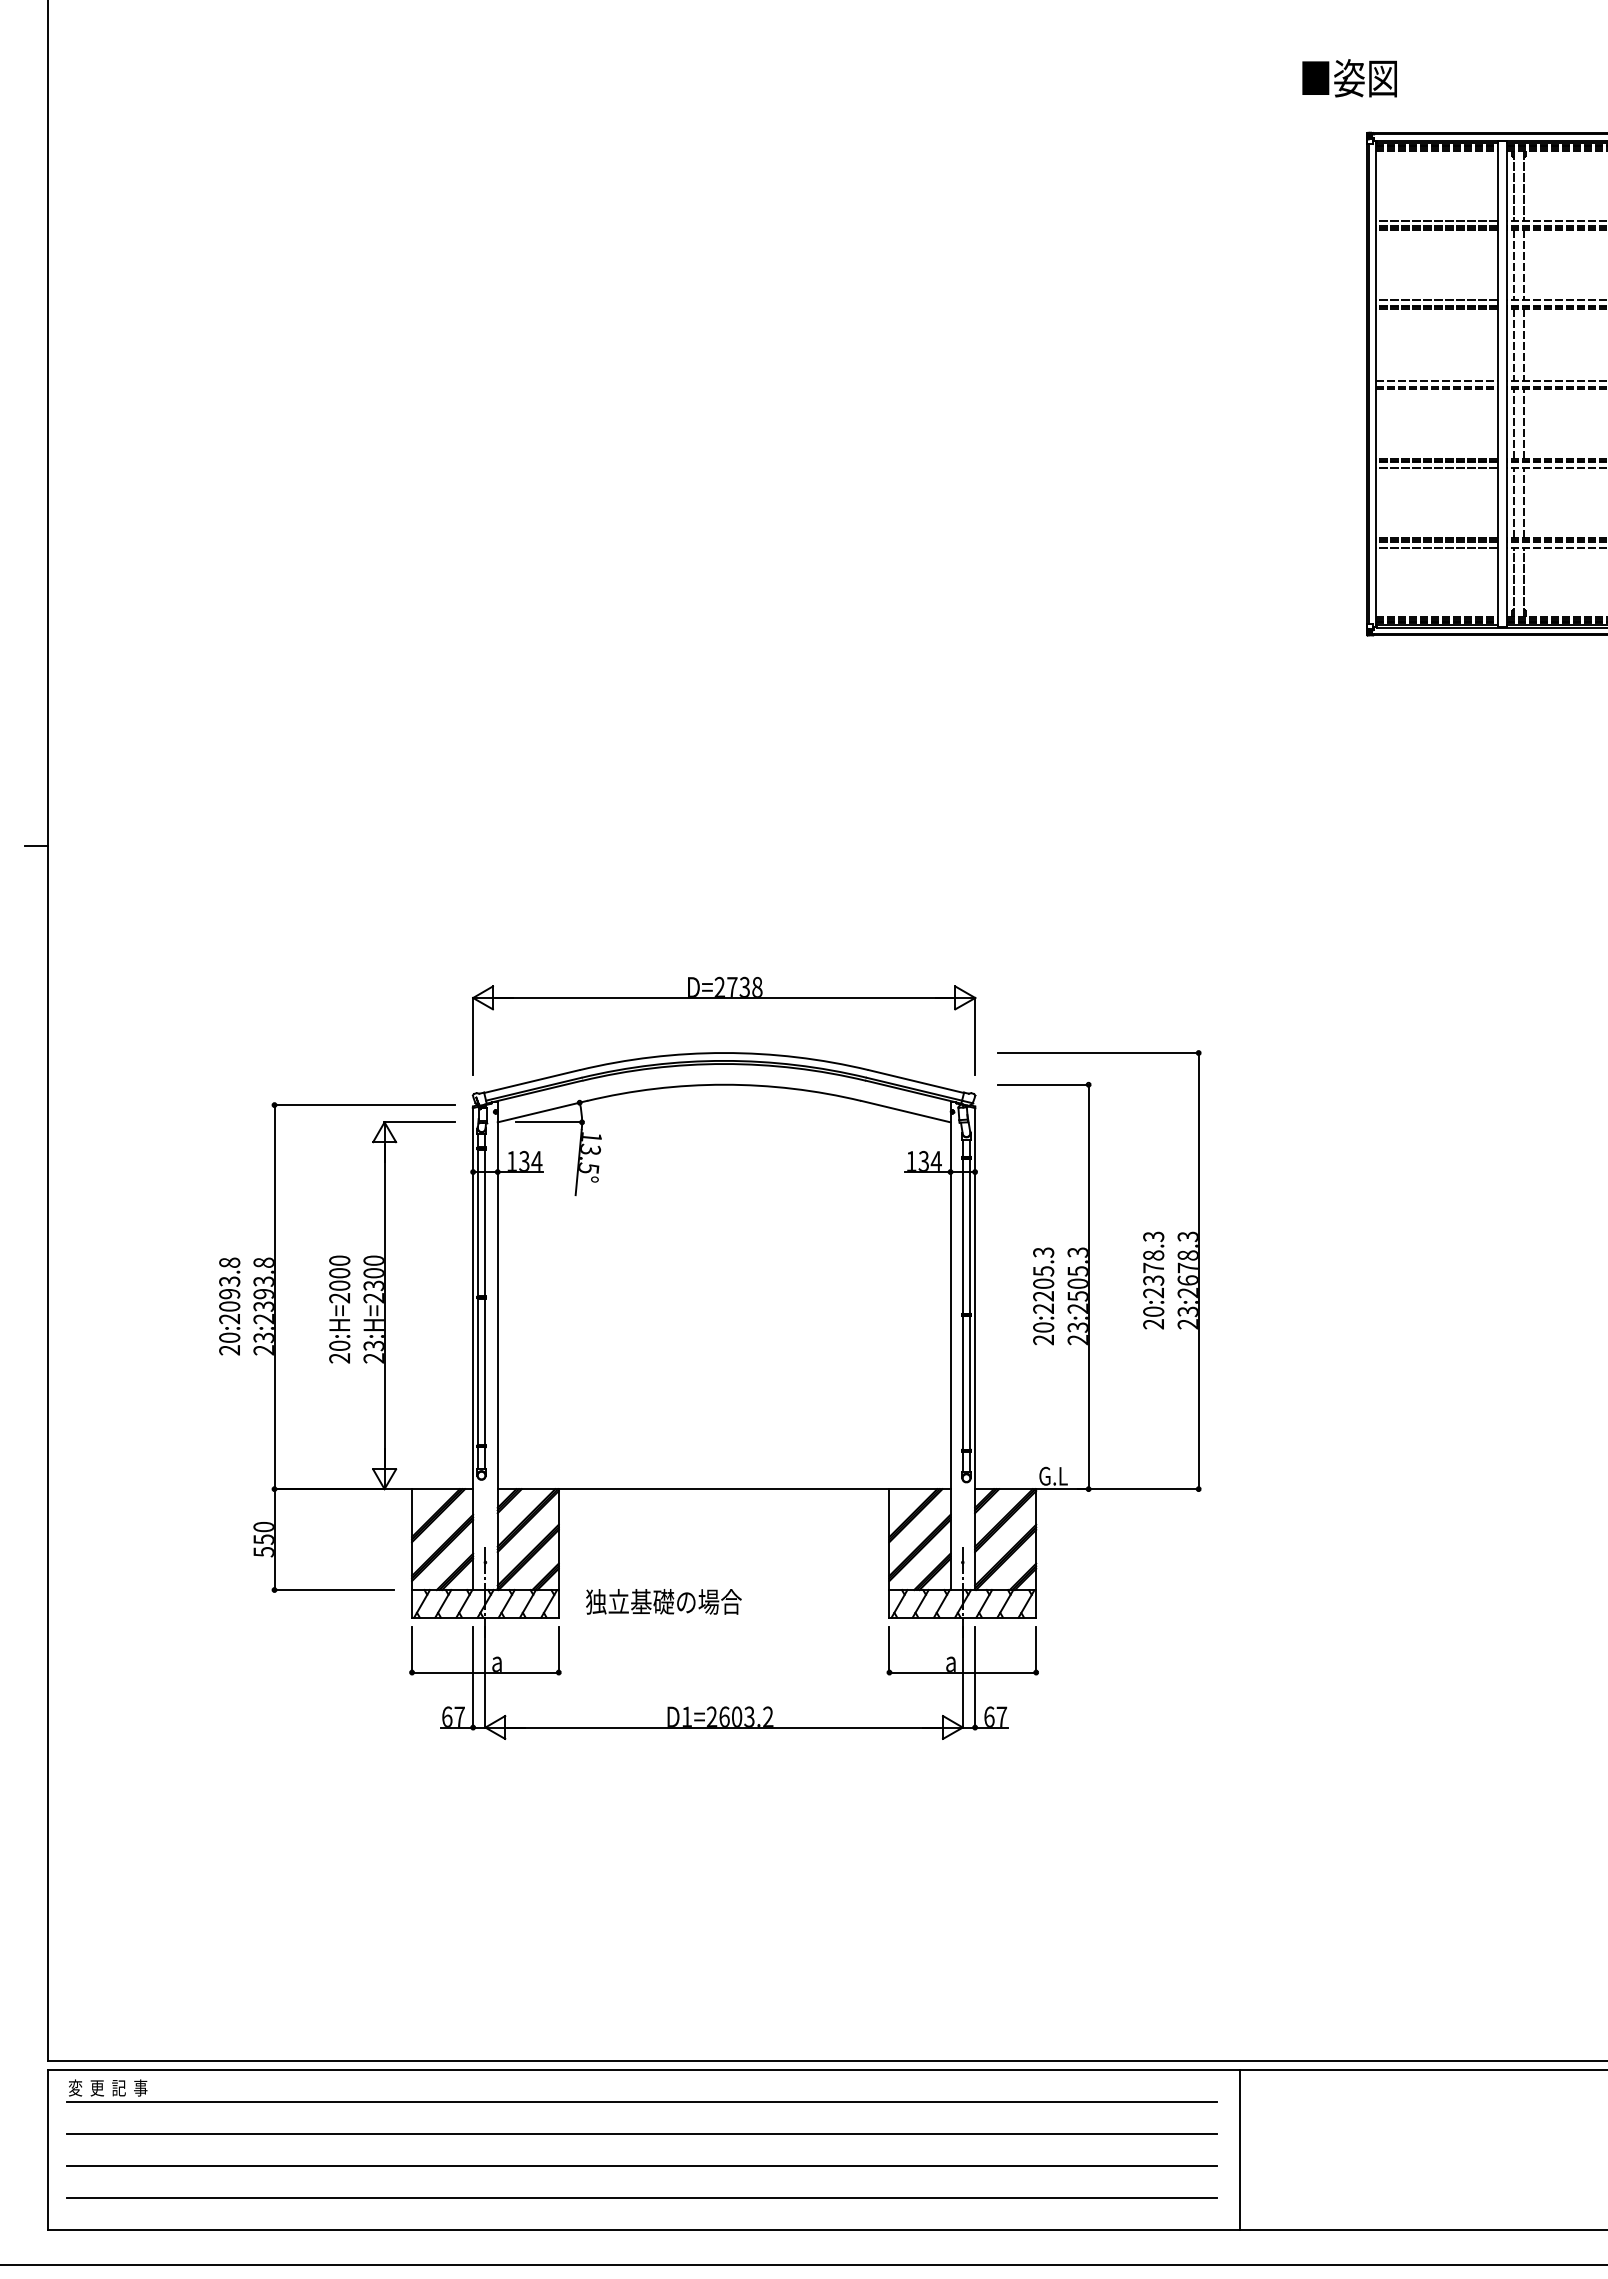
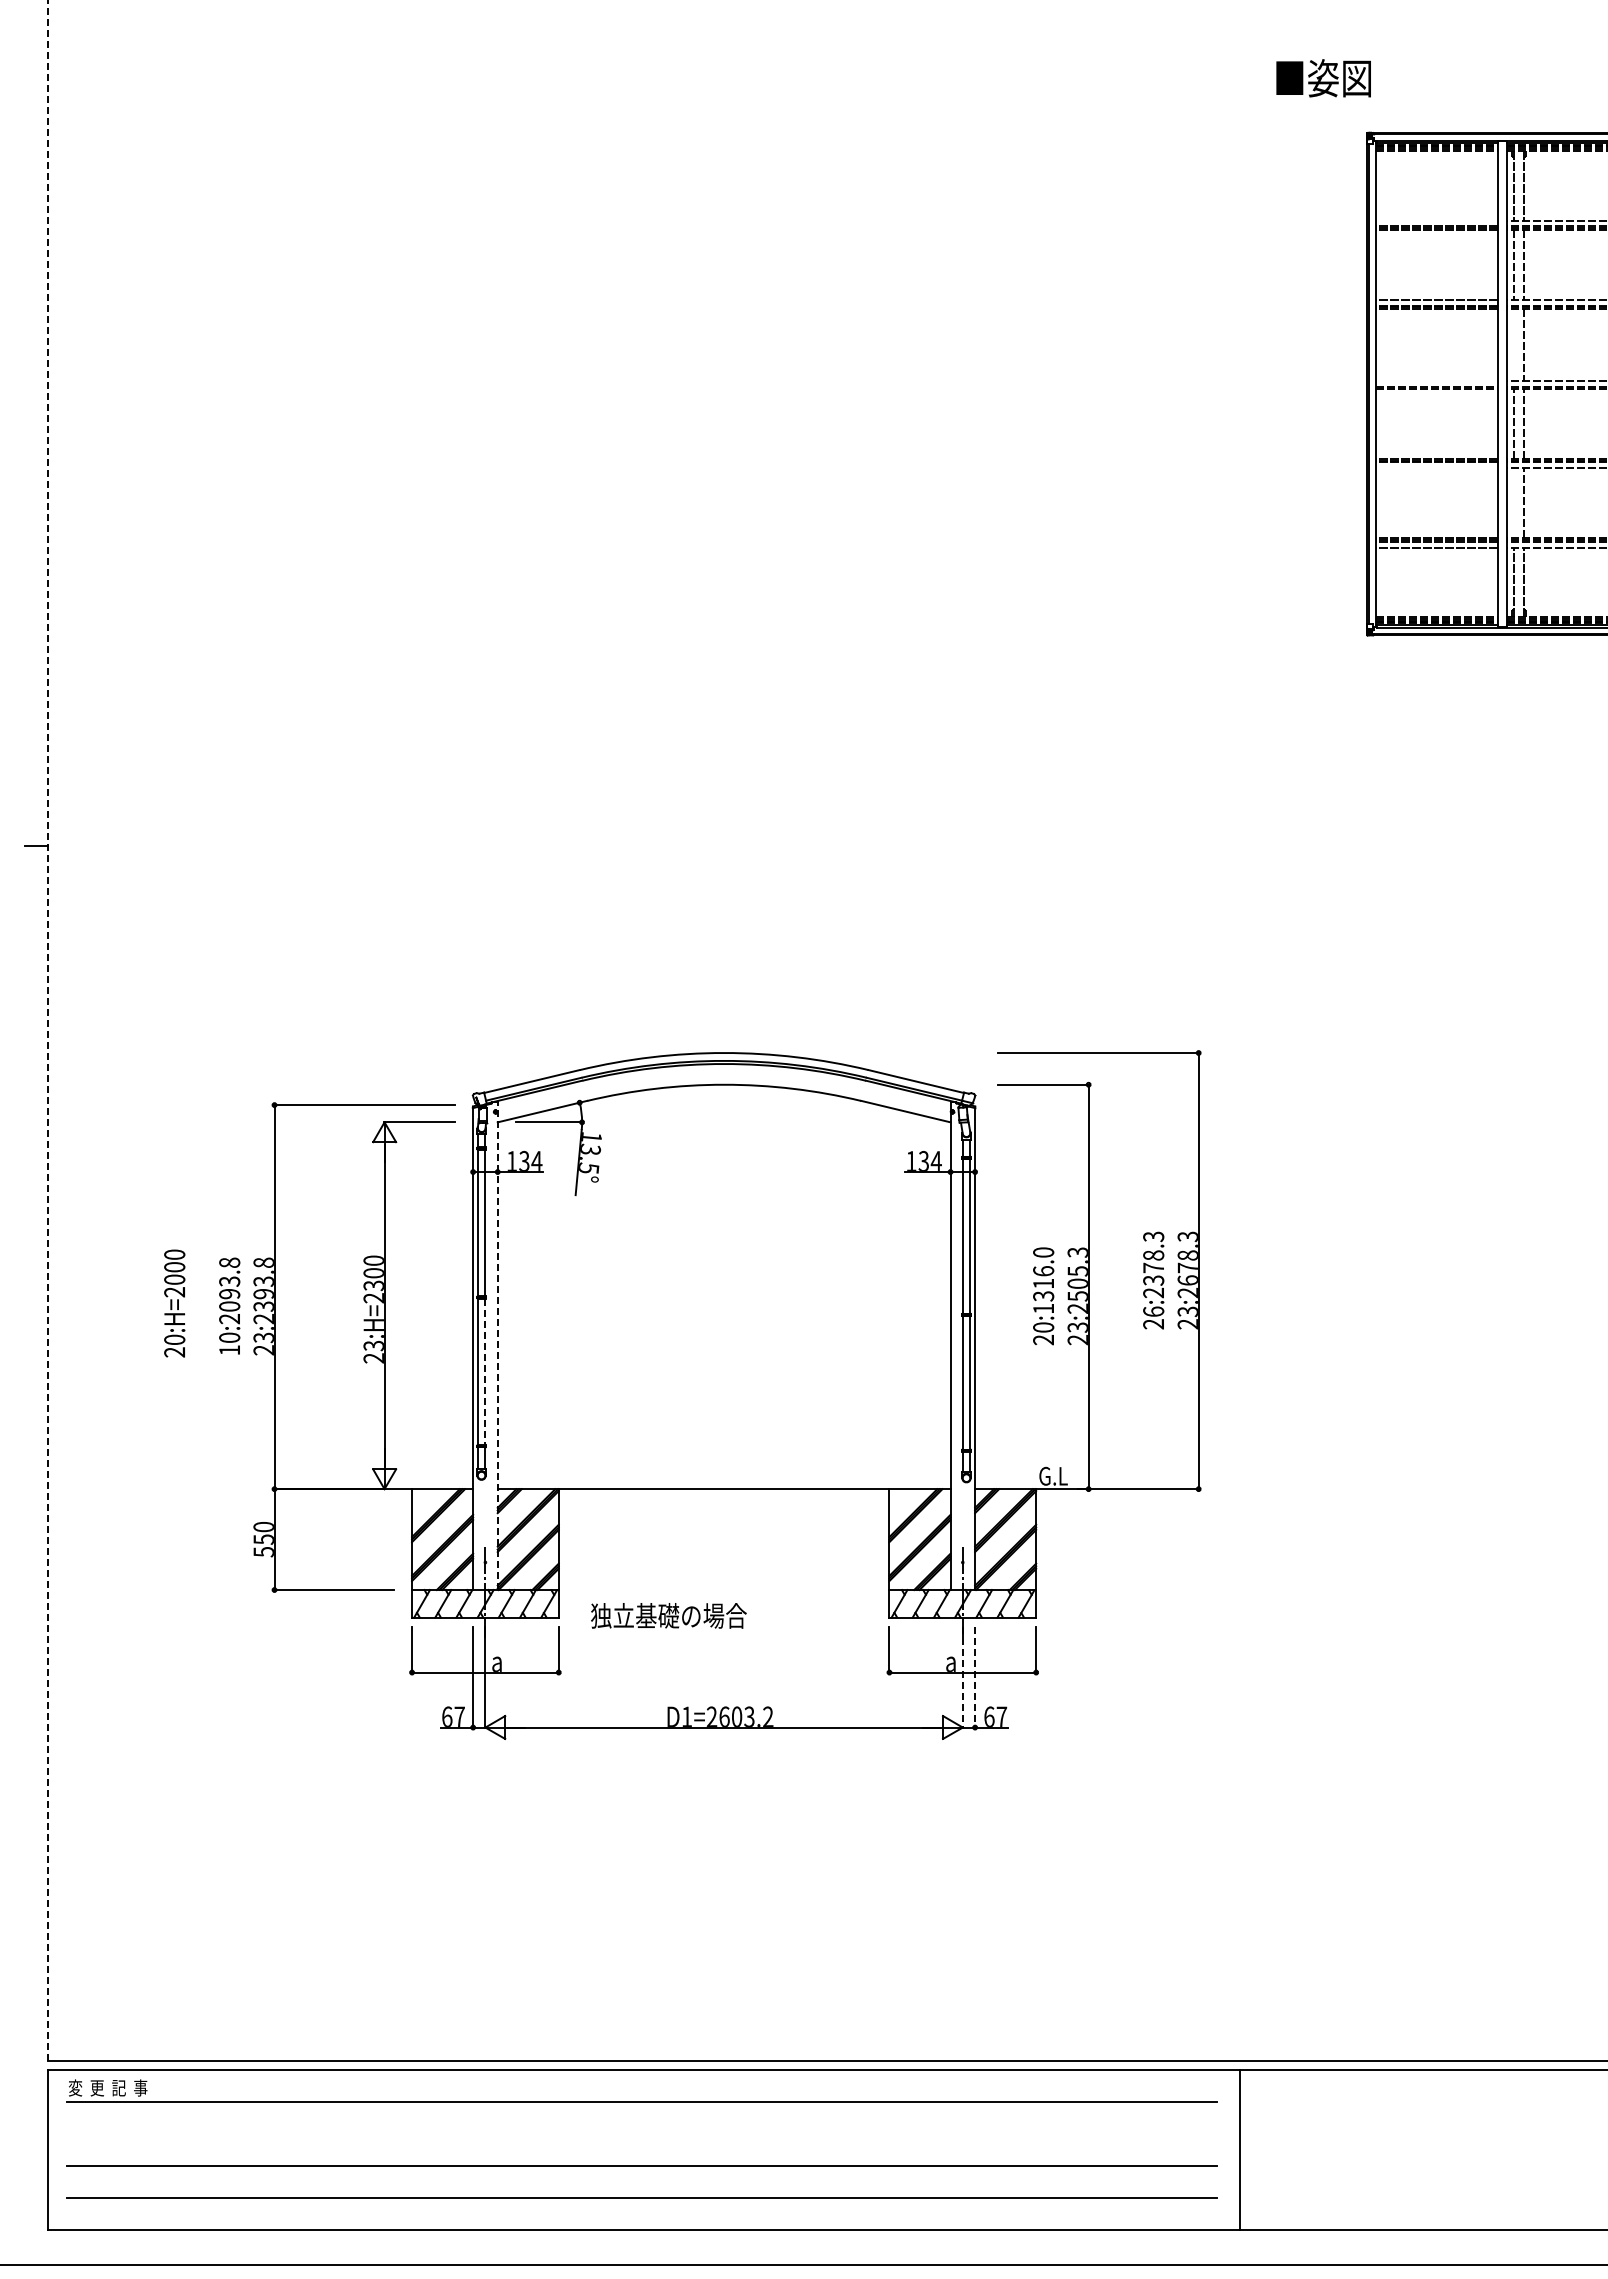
text at (1349, 78) position: (1349, 78) -> (1323, 78)
line at (1436, 220): present -> none
line at (1513, 345): present -> none
line at (1436, 381): present -> none
line at (1436, 467): present -> none
line at (1513, 502): present -> none
part at (724, 998): present -> none
line at (48, 1030): solid -> dashed
text at (1043, 1280): 20:2205.3 -> 20:1316.0
text at (339, 1309) position: (339, 1309) -> (174, 1303)
text at (1153, 1311): 20:2378.3 -> 26:2378.3
line at (497, 1345): solid -> dashed
text at (229, 1350): 20:2093.8 -> 10:2093.8
line at (485, 1372): solid -> dashed
text at (663, 1601) position: (663, 1601) -> (668, 1615)
line at (962, 1677): solid -> dashed
line at (975, 1677): solid -> dashed
line at (642, 2134): present -> none
